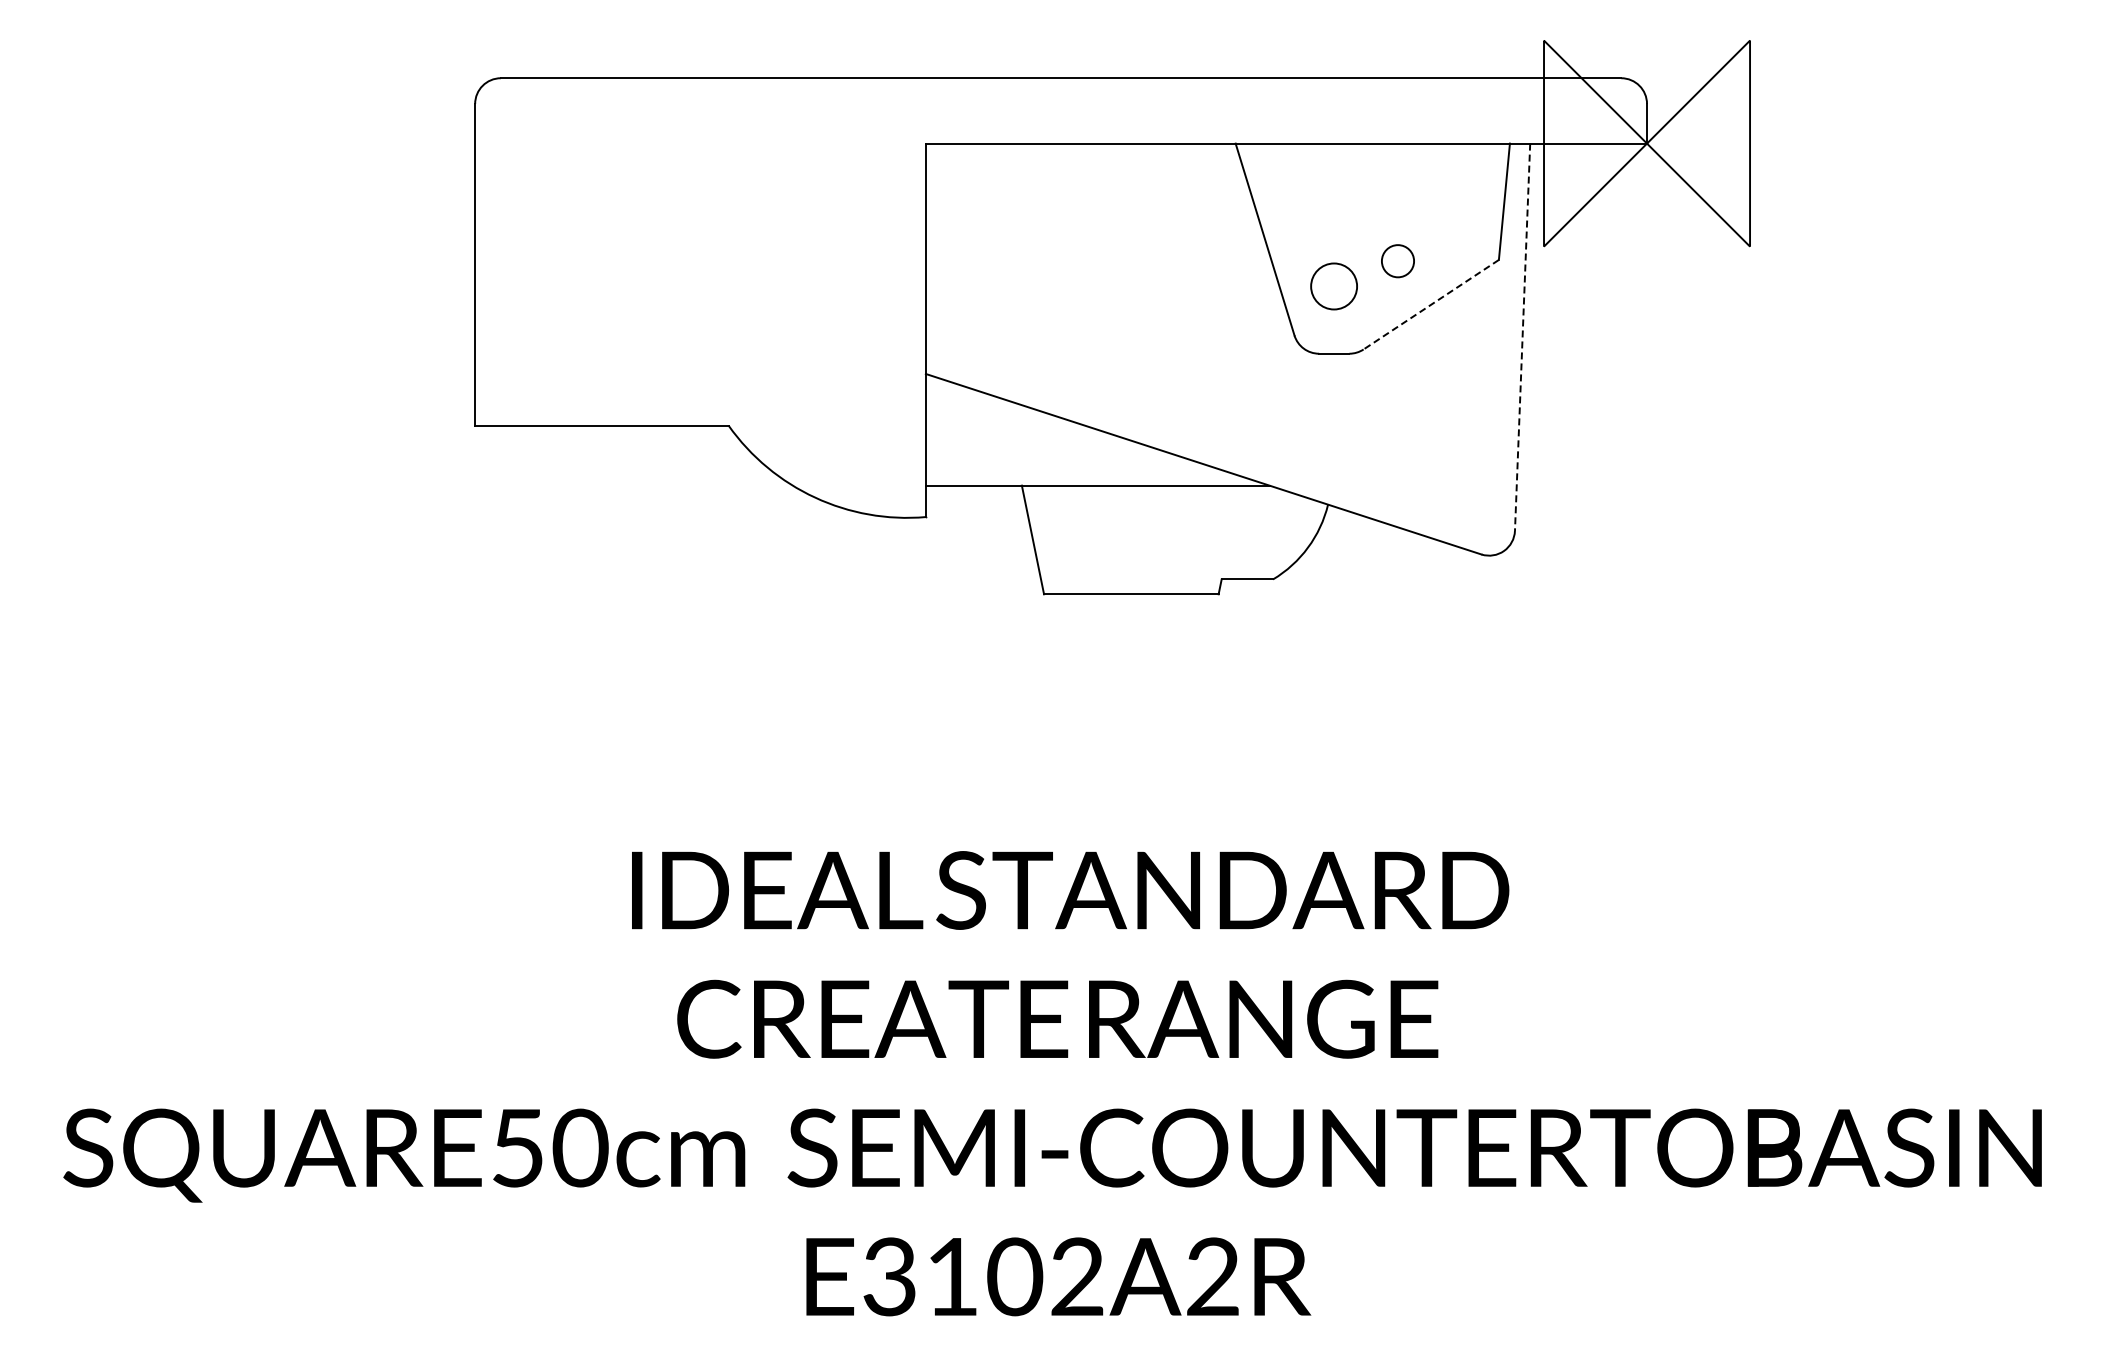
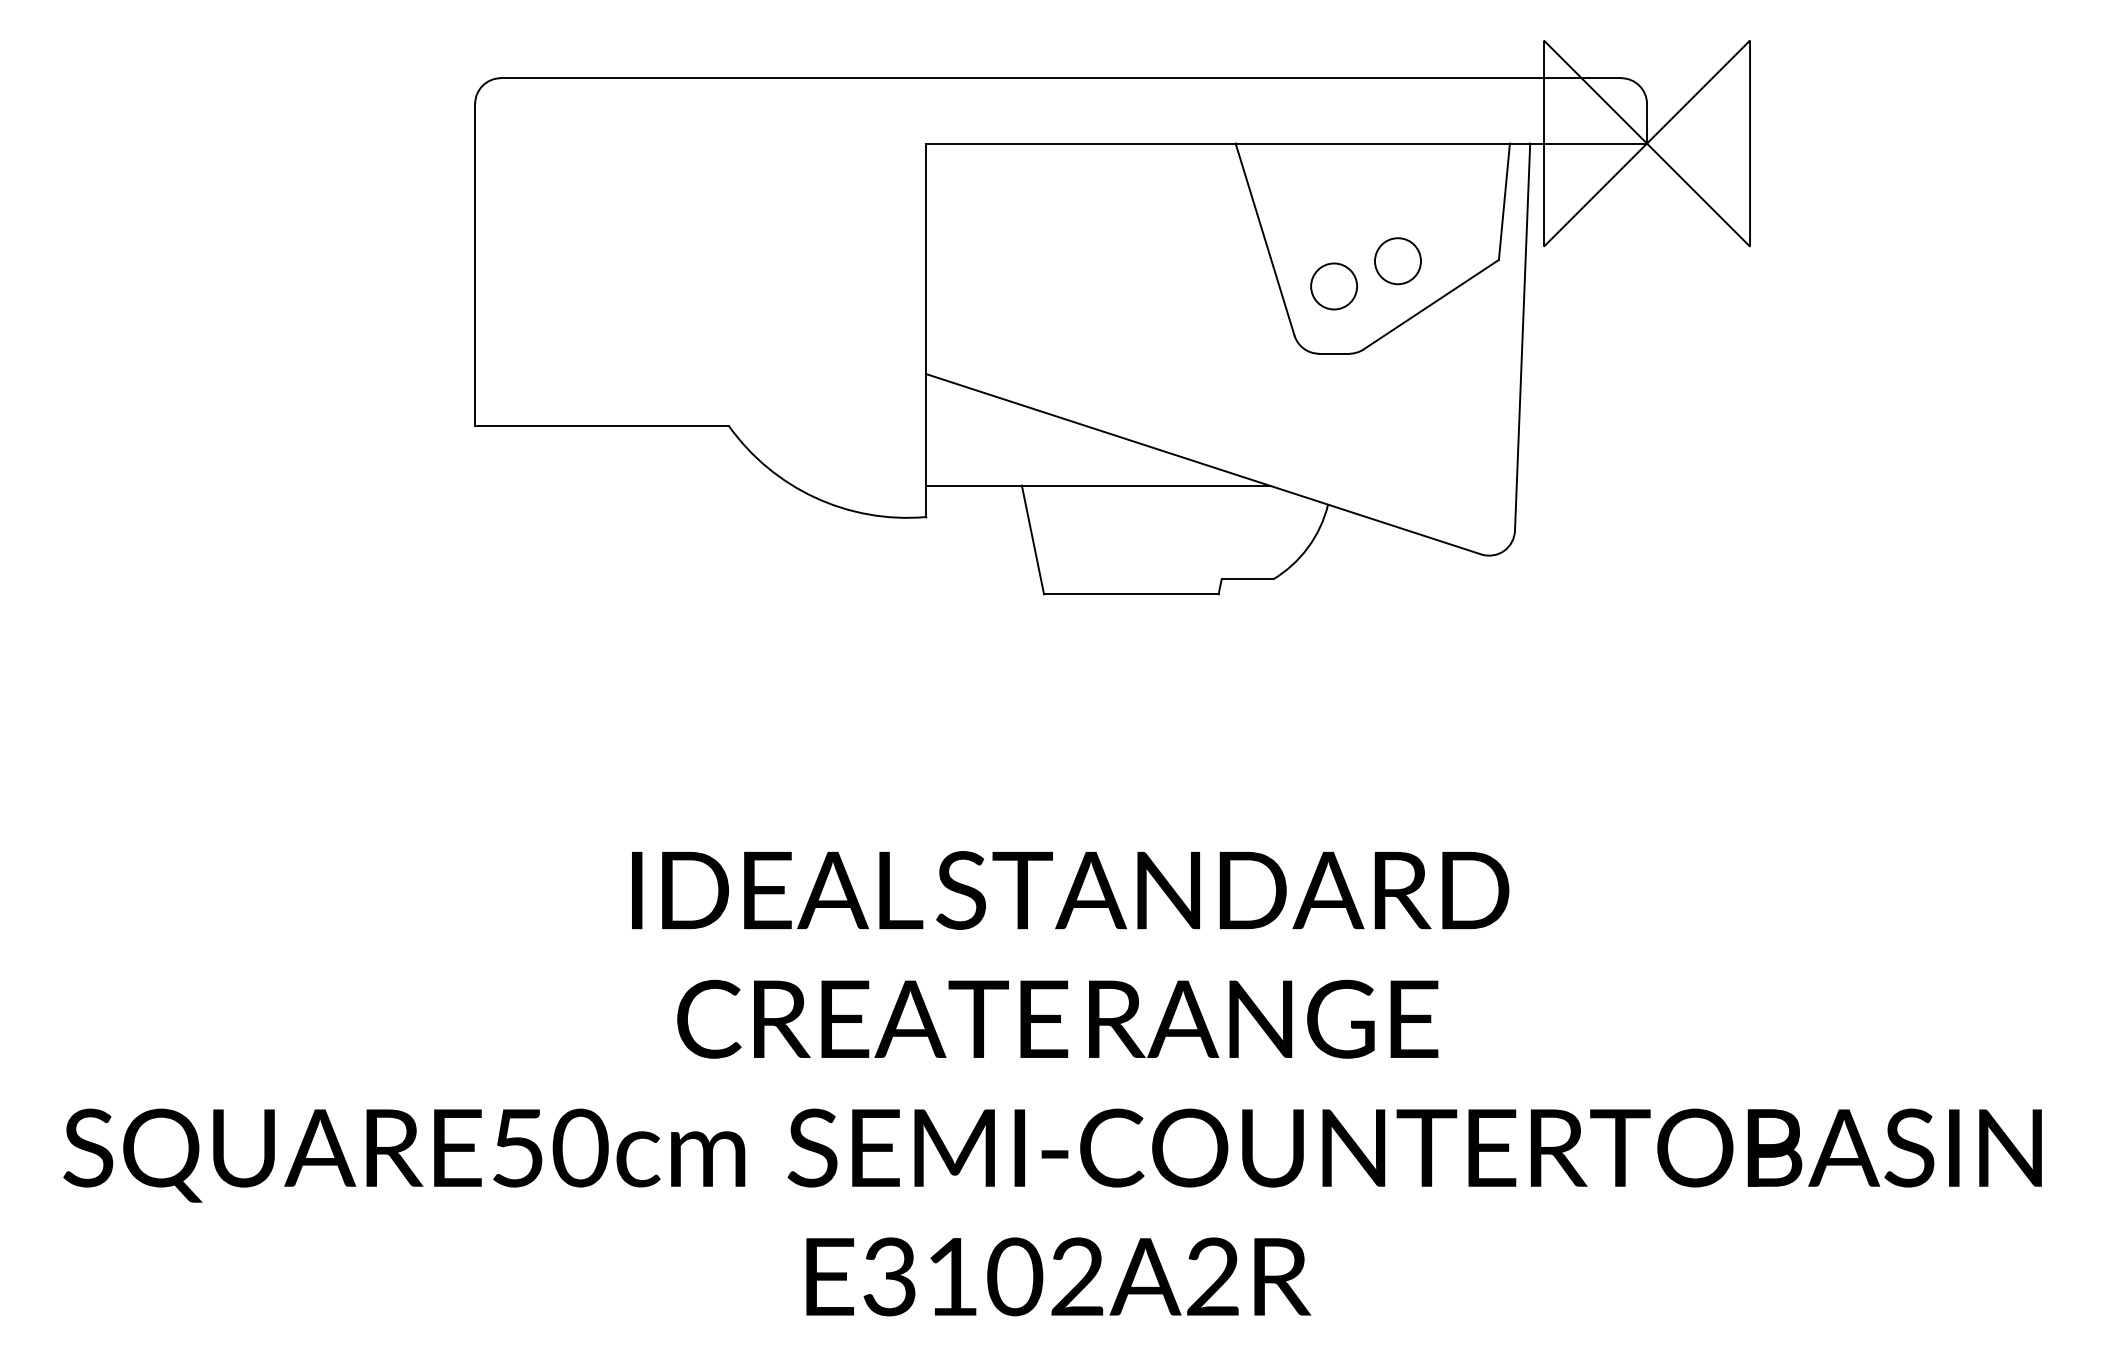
circle at (1397, 261) diameter: 32 px -> 46 px
line at (1430, 304): dashed -> solid
line at (1522, 337): dashed -> solid
